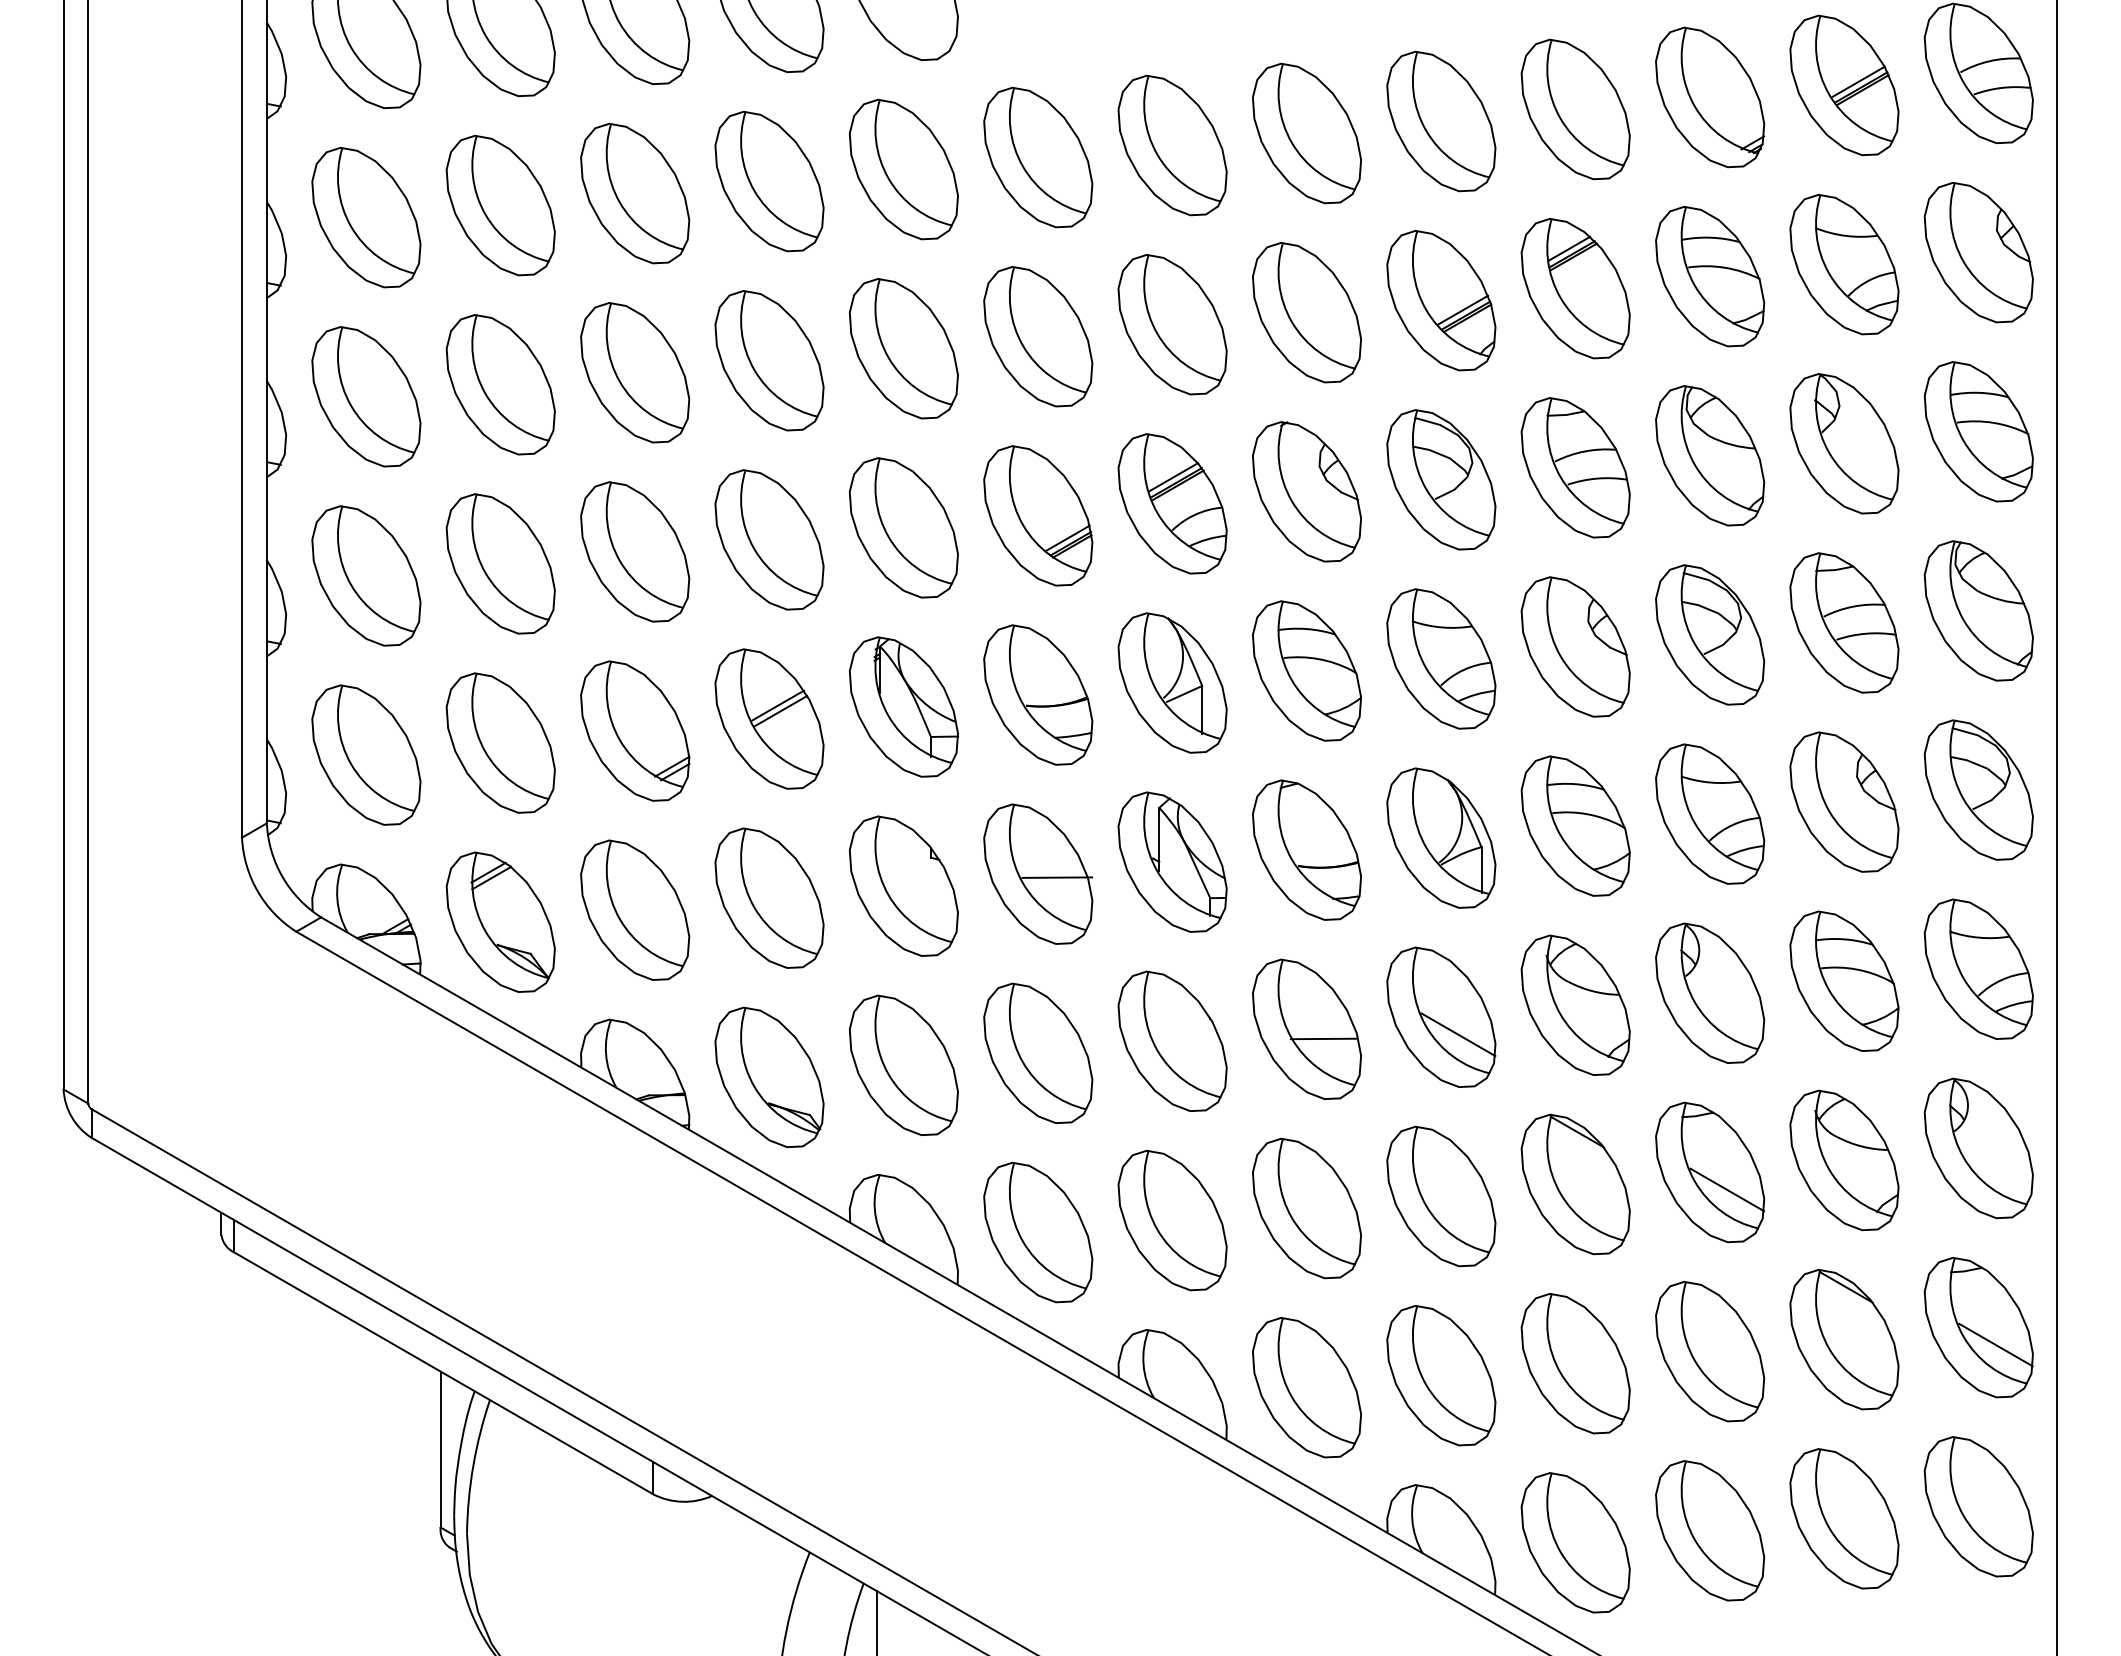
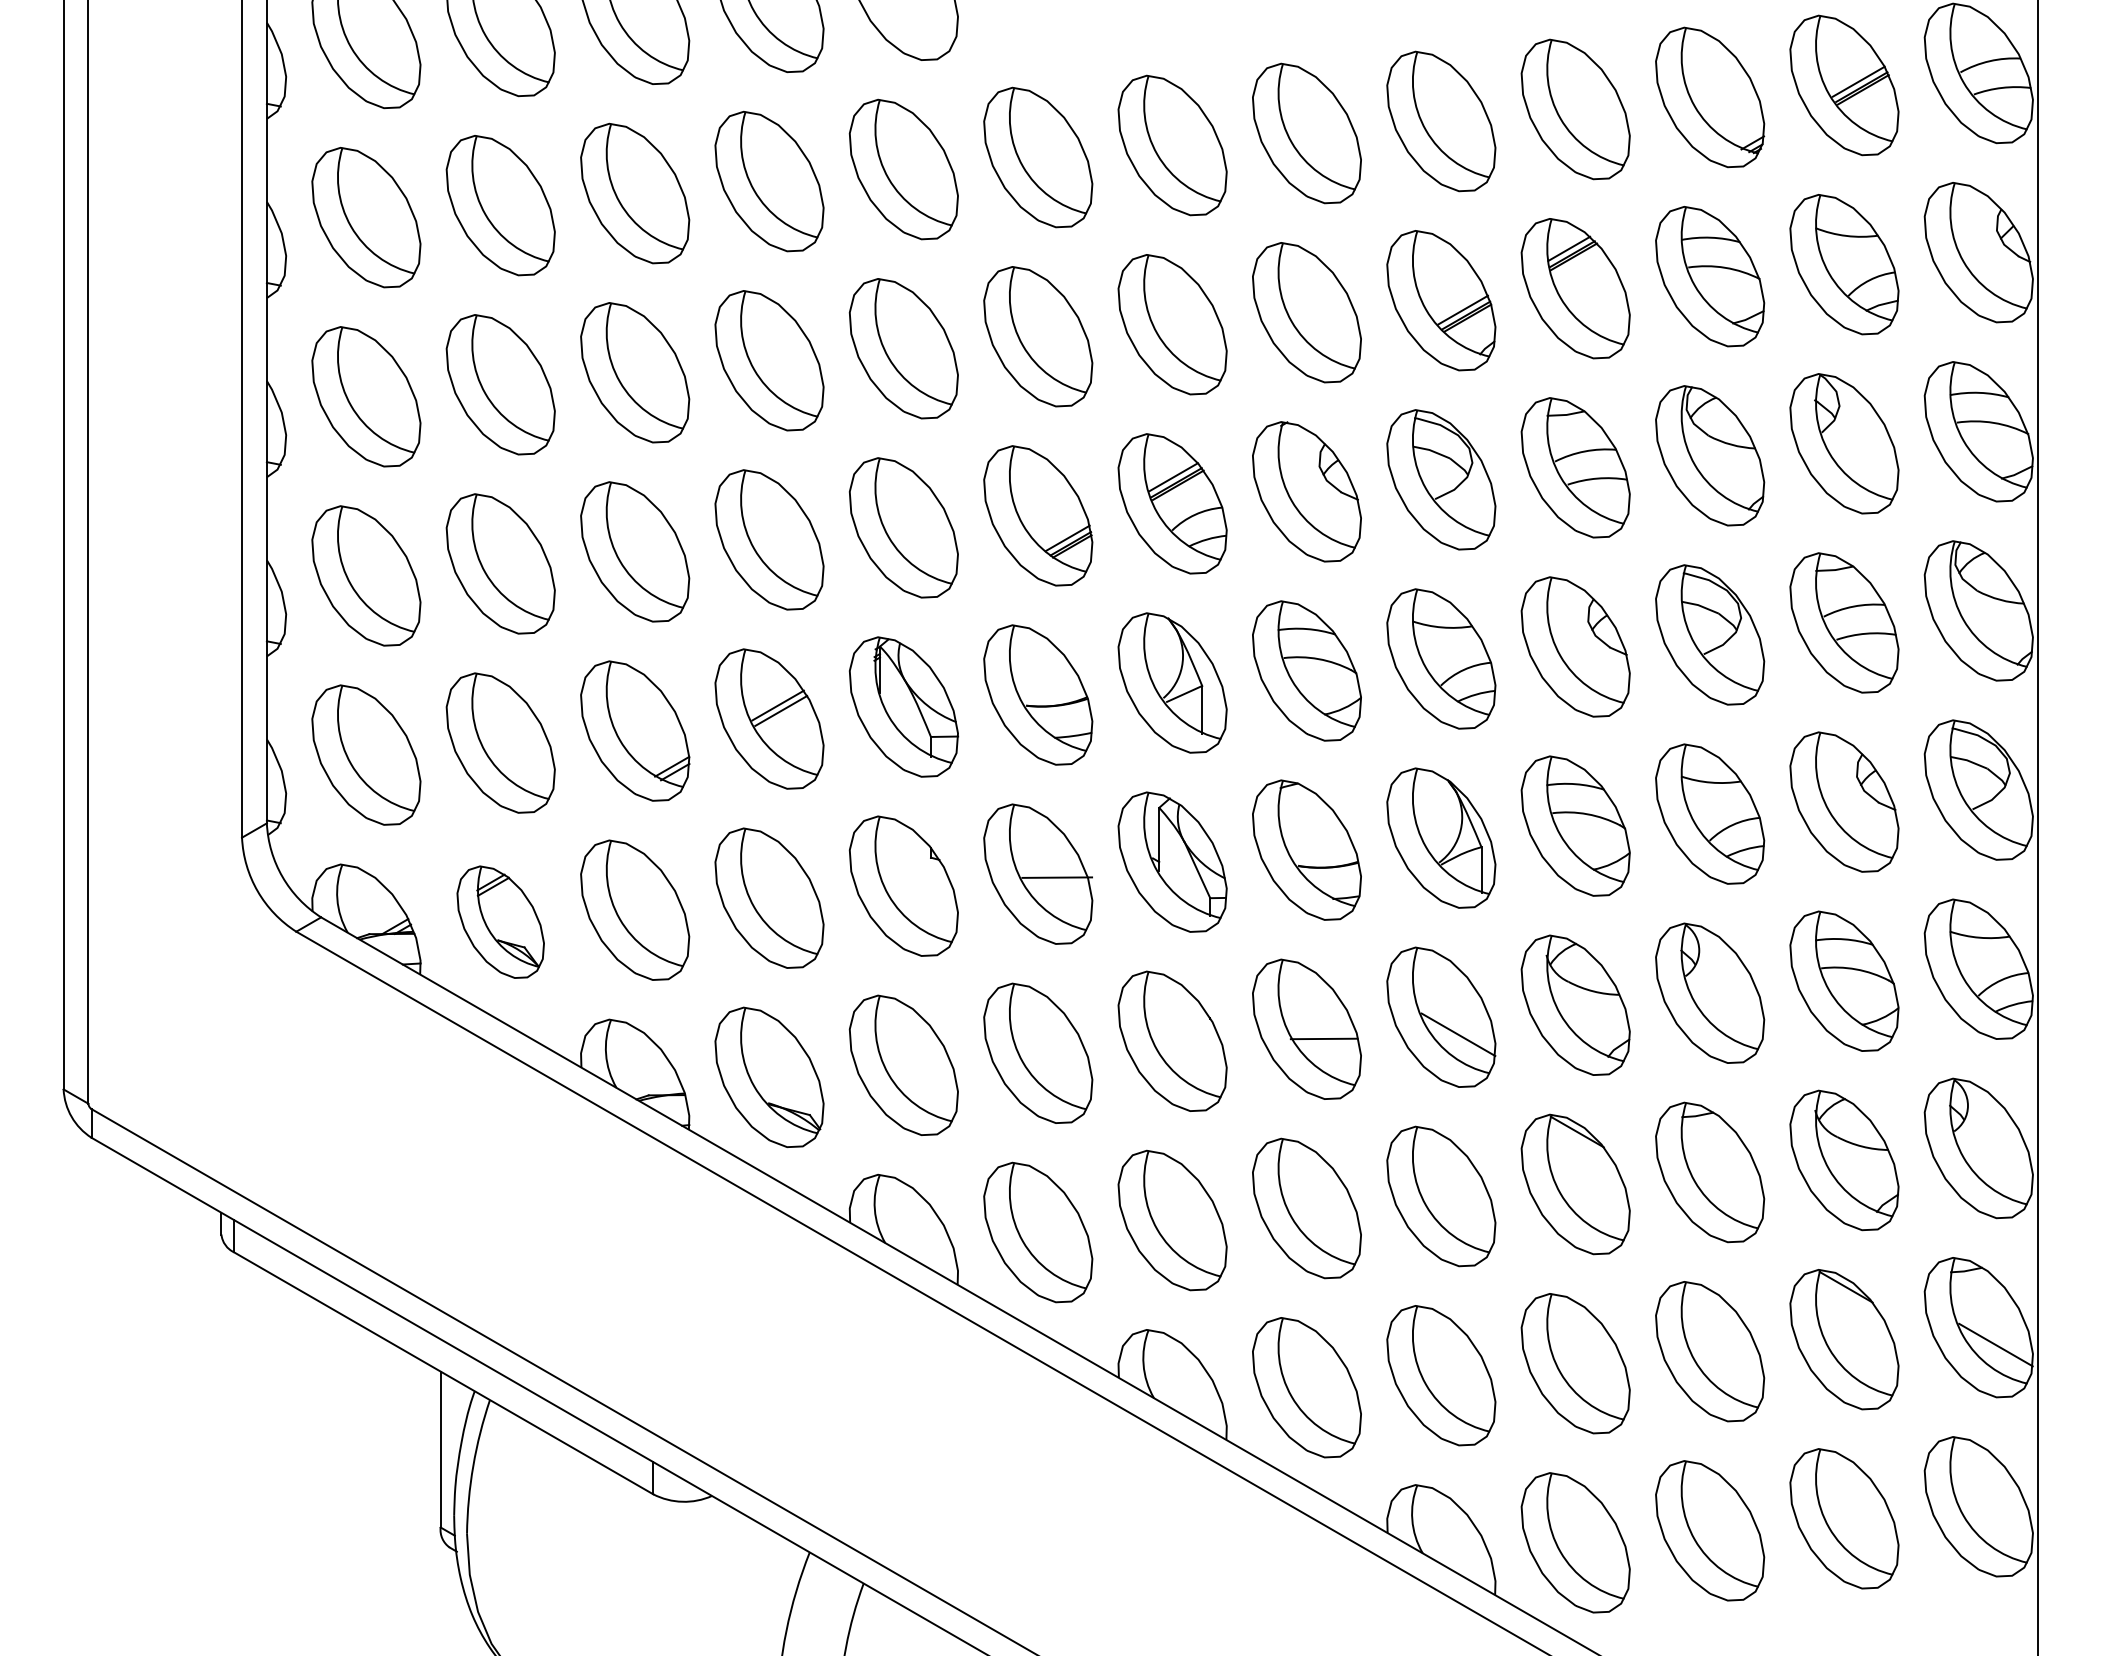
line at (2057, 827) position: (2057, 827) -> (2038, 827)
part at (500, 921) size: 111x142 px -> 89x114 px
line at (1727, 1189): present -> none
line at (876, 1621): present -> none
